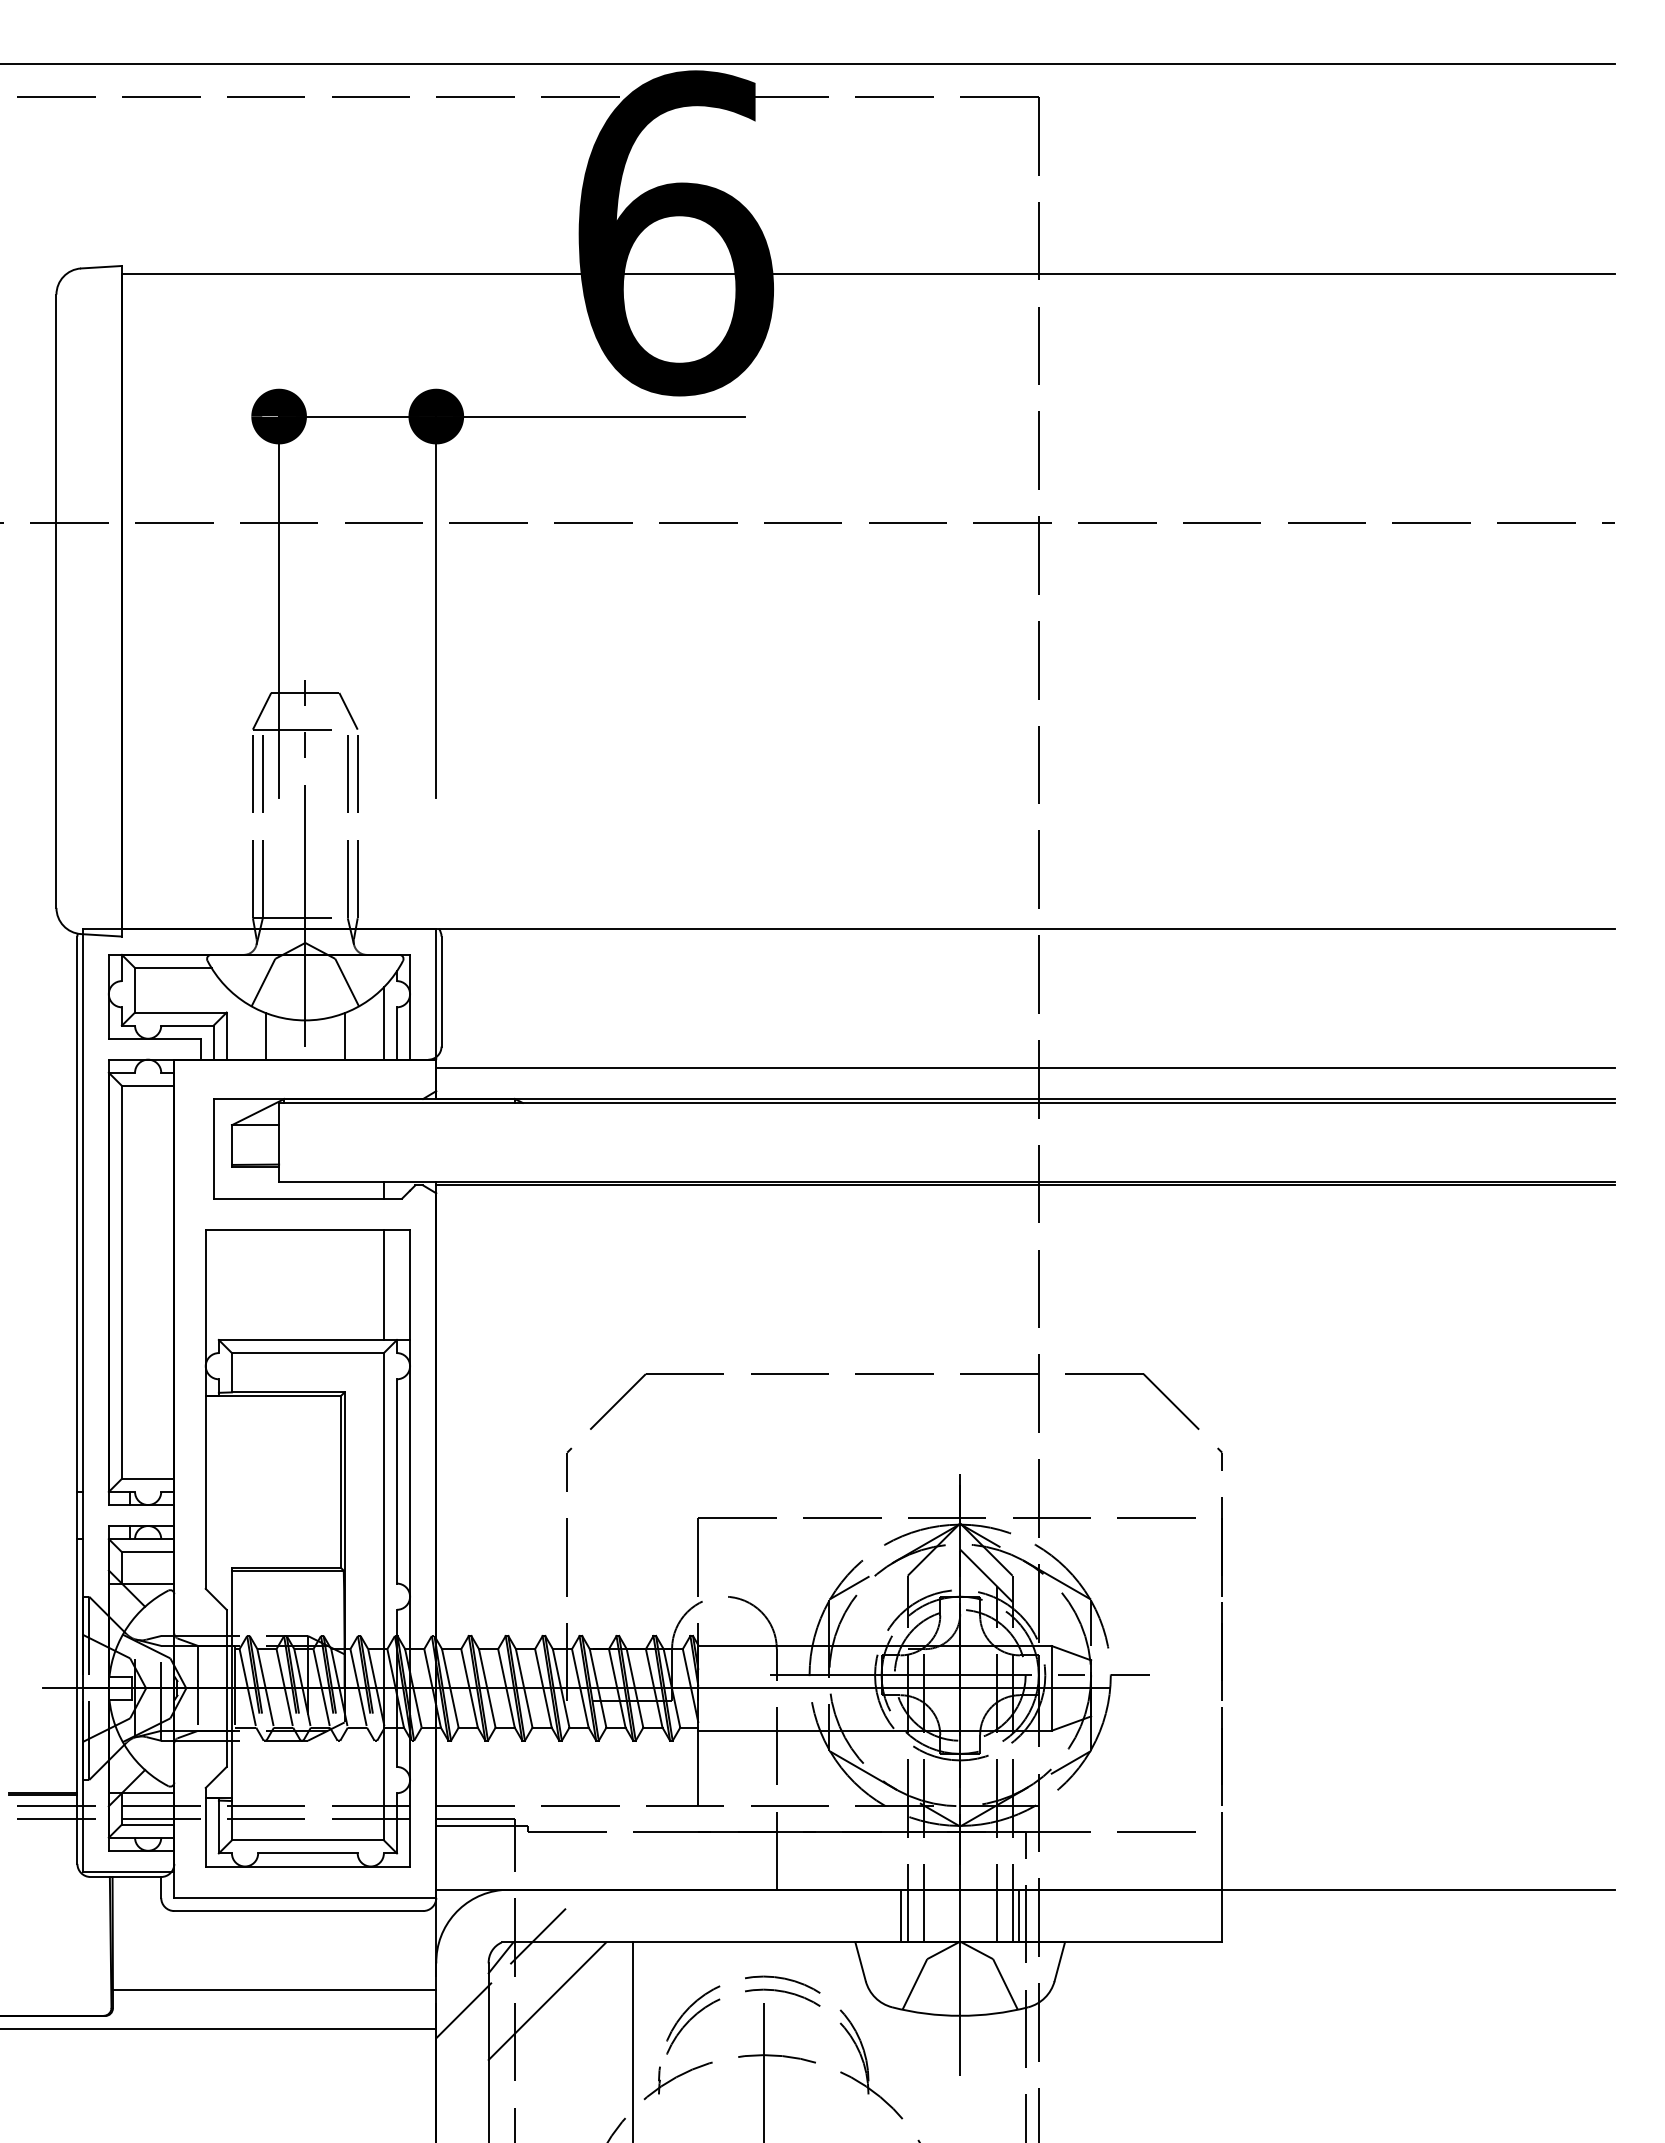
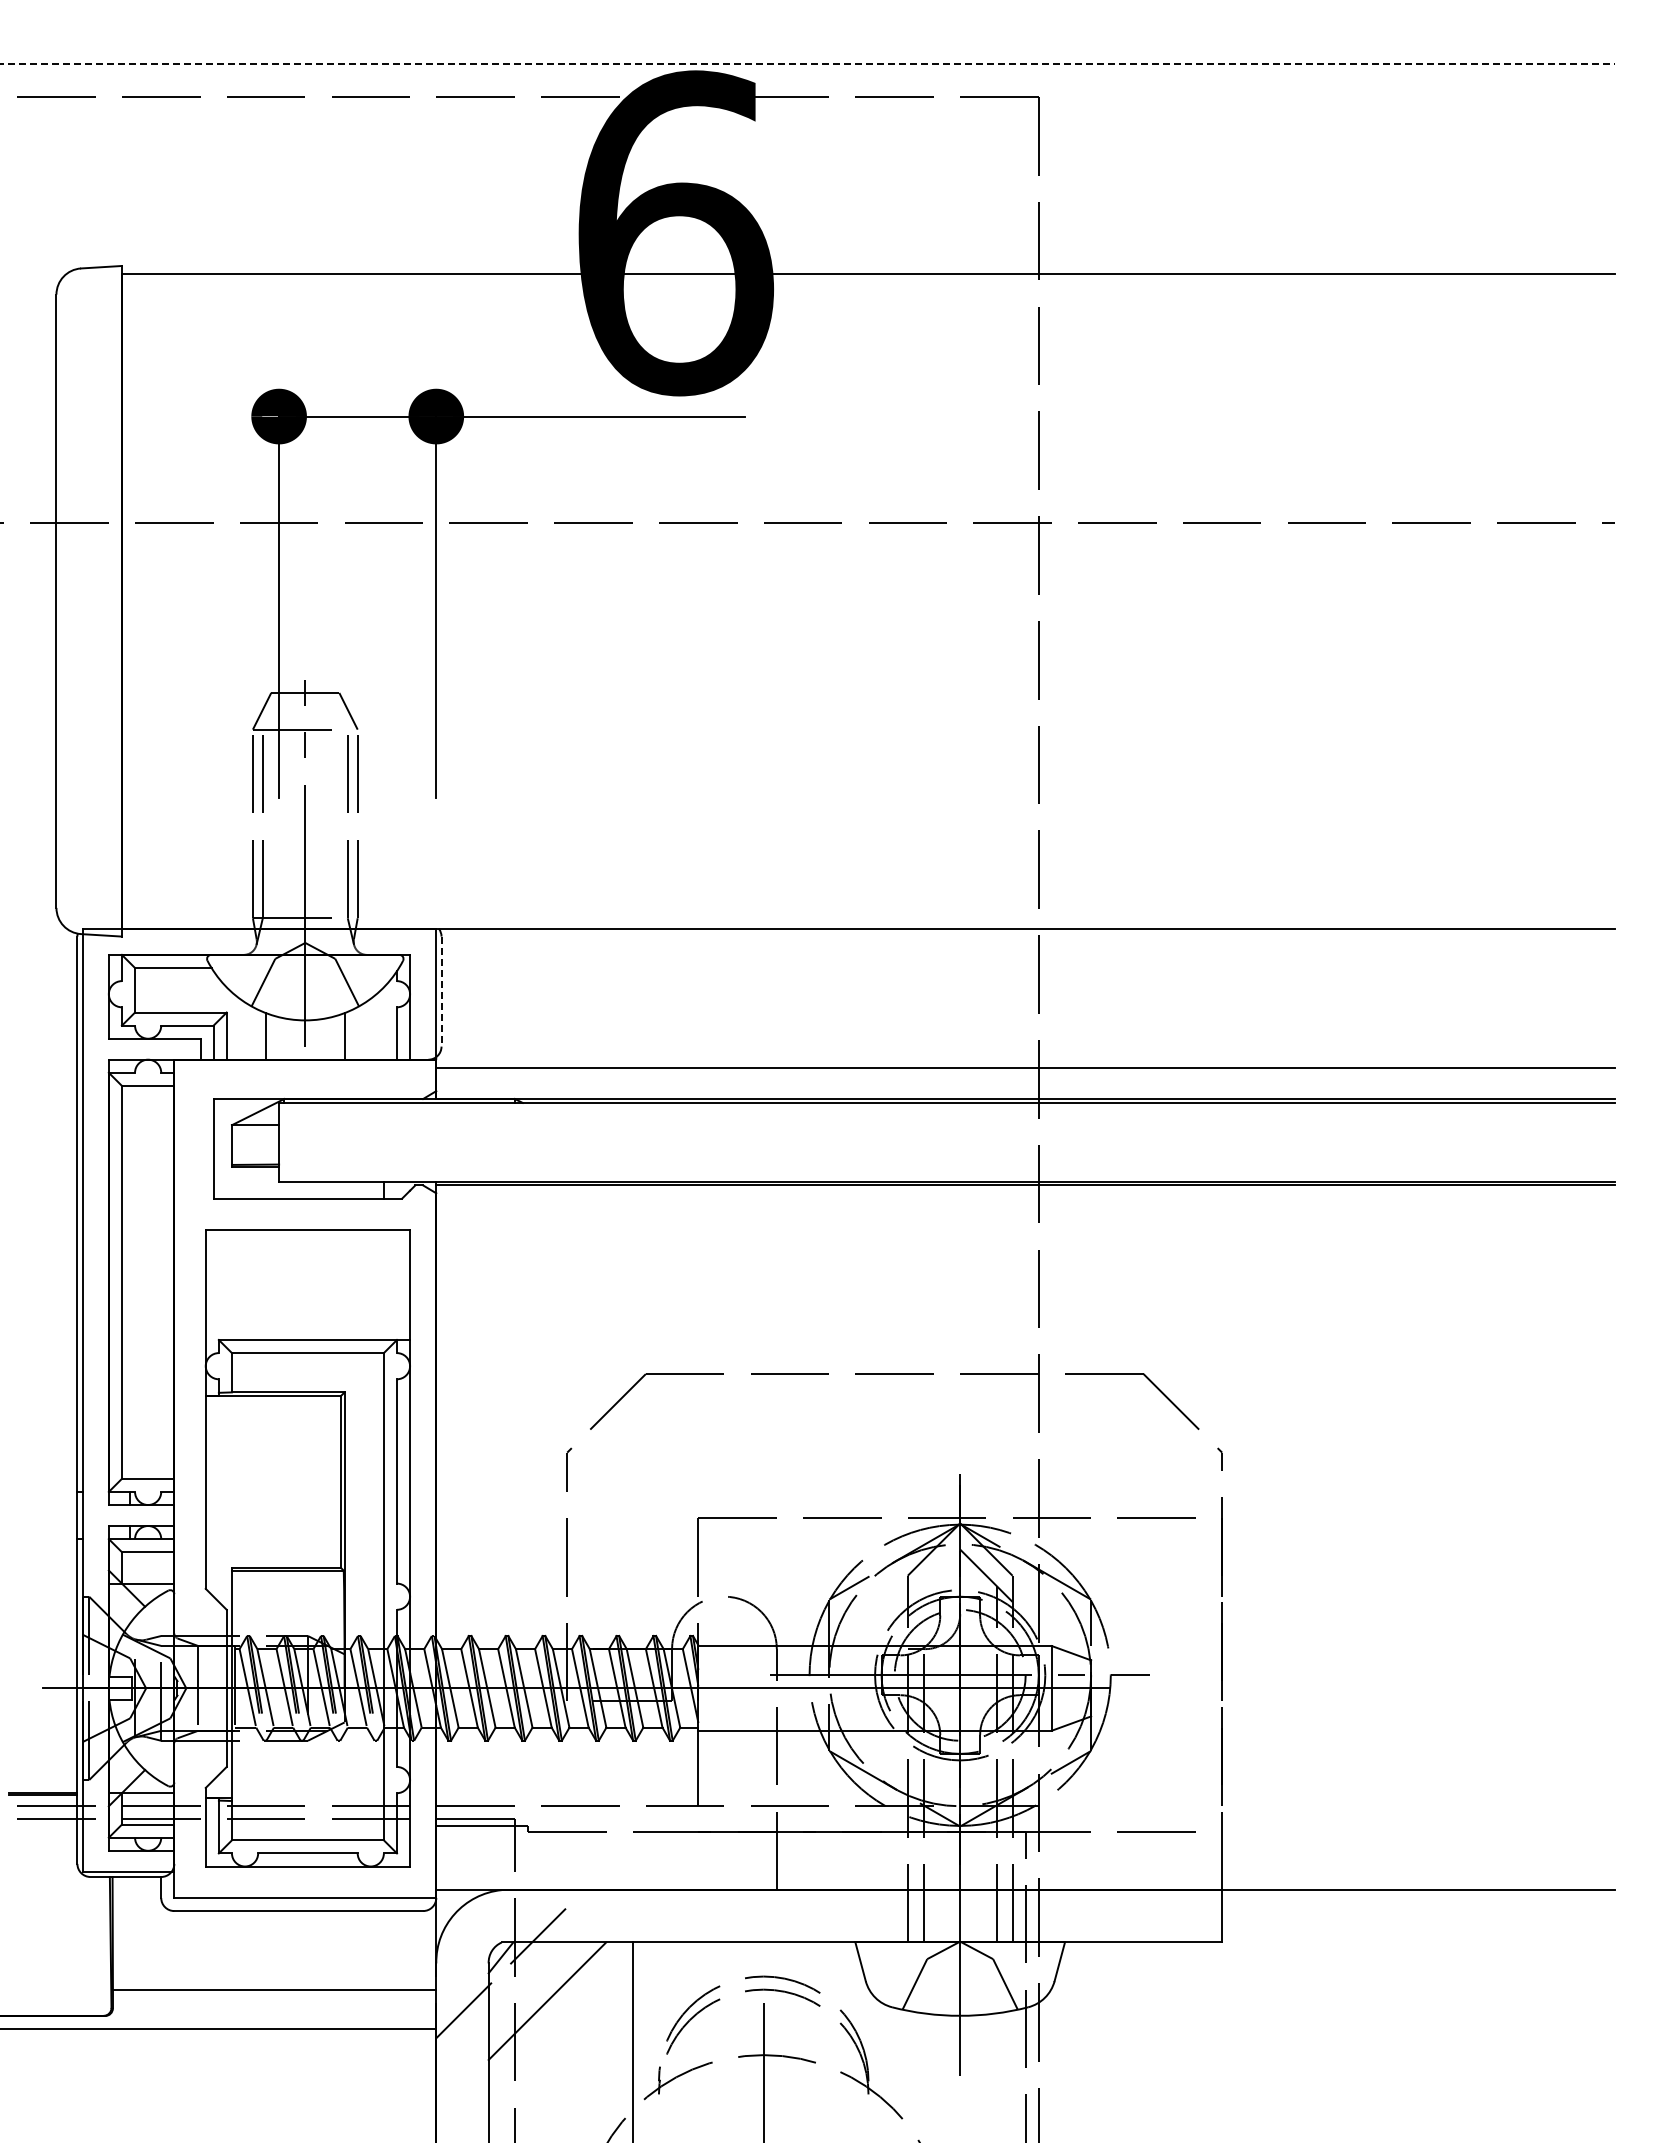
line at (807, 64): solid -> dashed
line at (441, 992): solid -> dashed
line at (383, 1023): present -> none
line at (383, 1284): present -> none
line at (901, 1916): present -> none
line at (1019, 1916): present -> none
